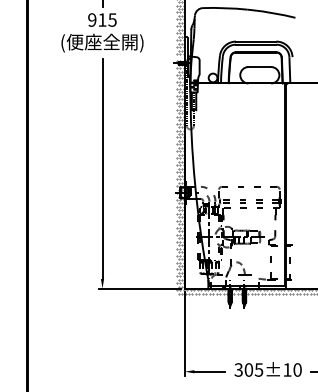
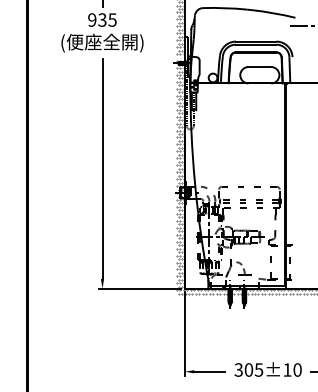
text at (102, 19): 915 -> 935
line at (302, 26): none -> present
